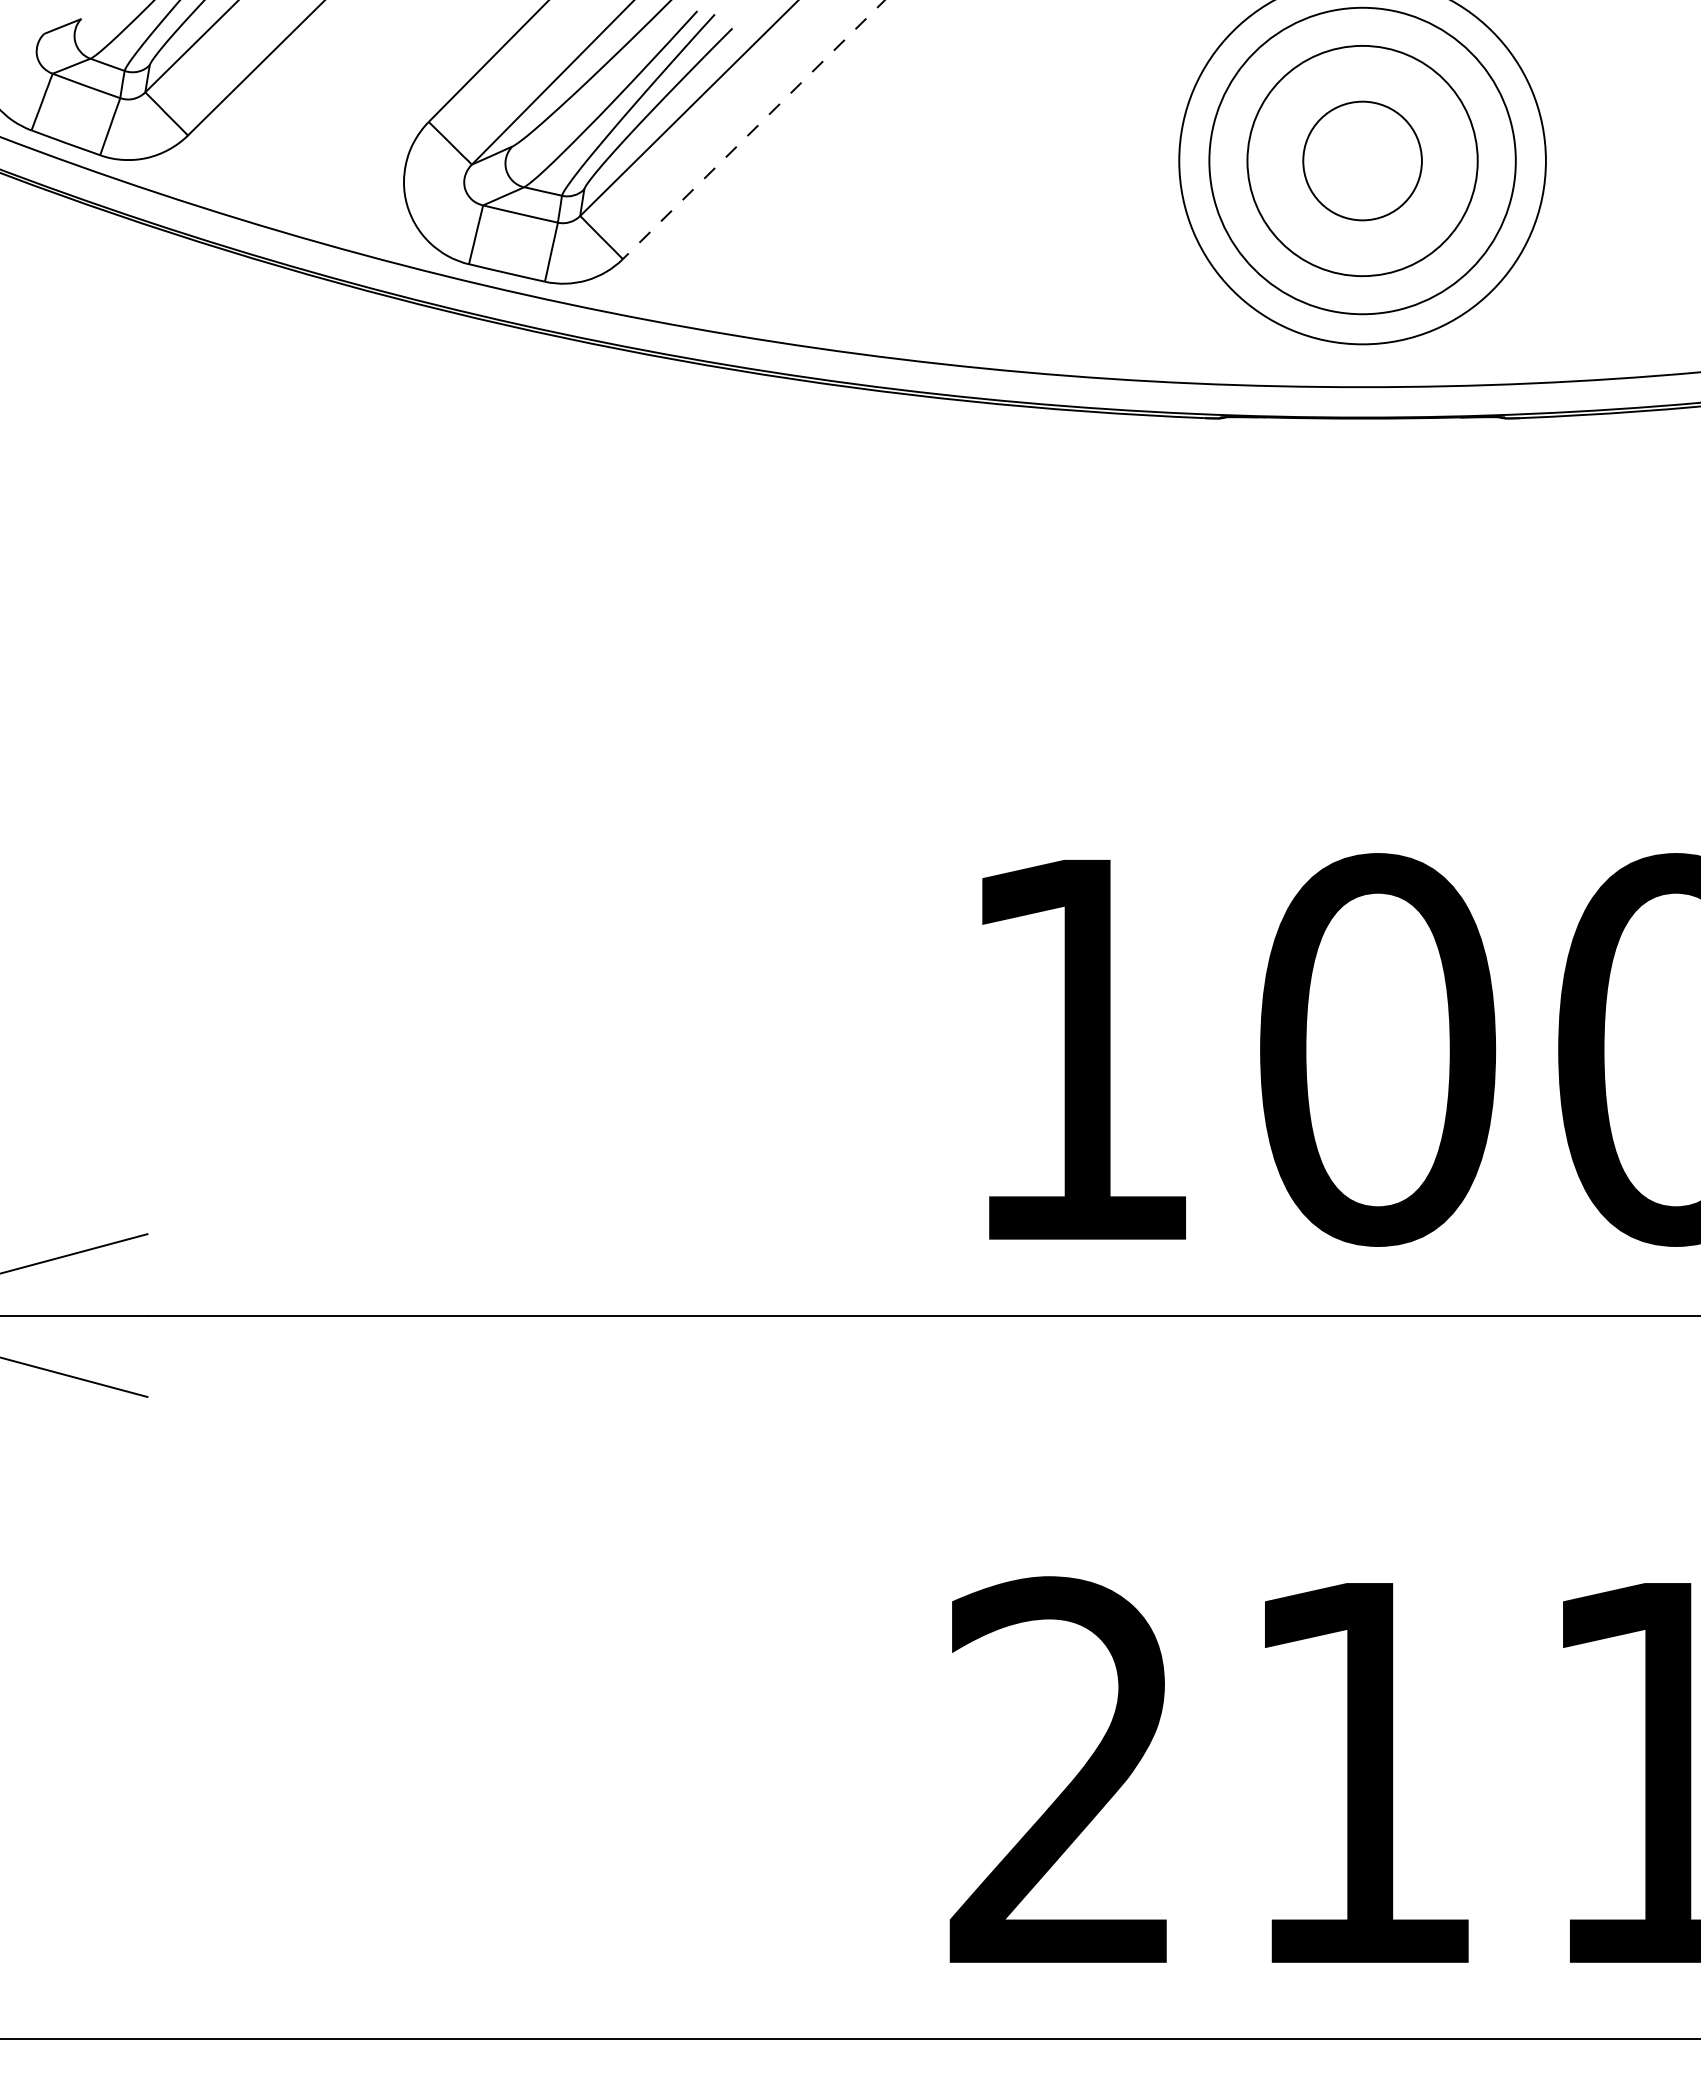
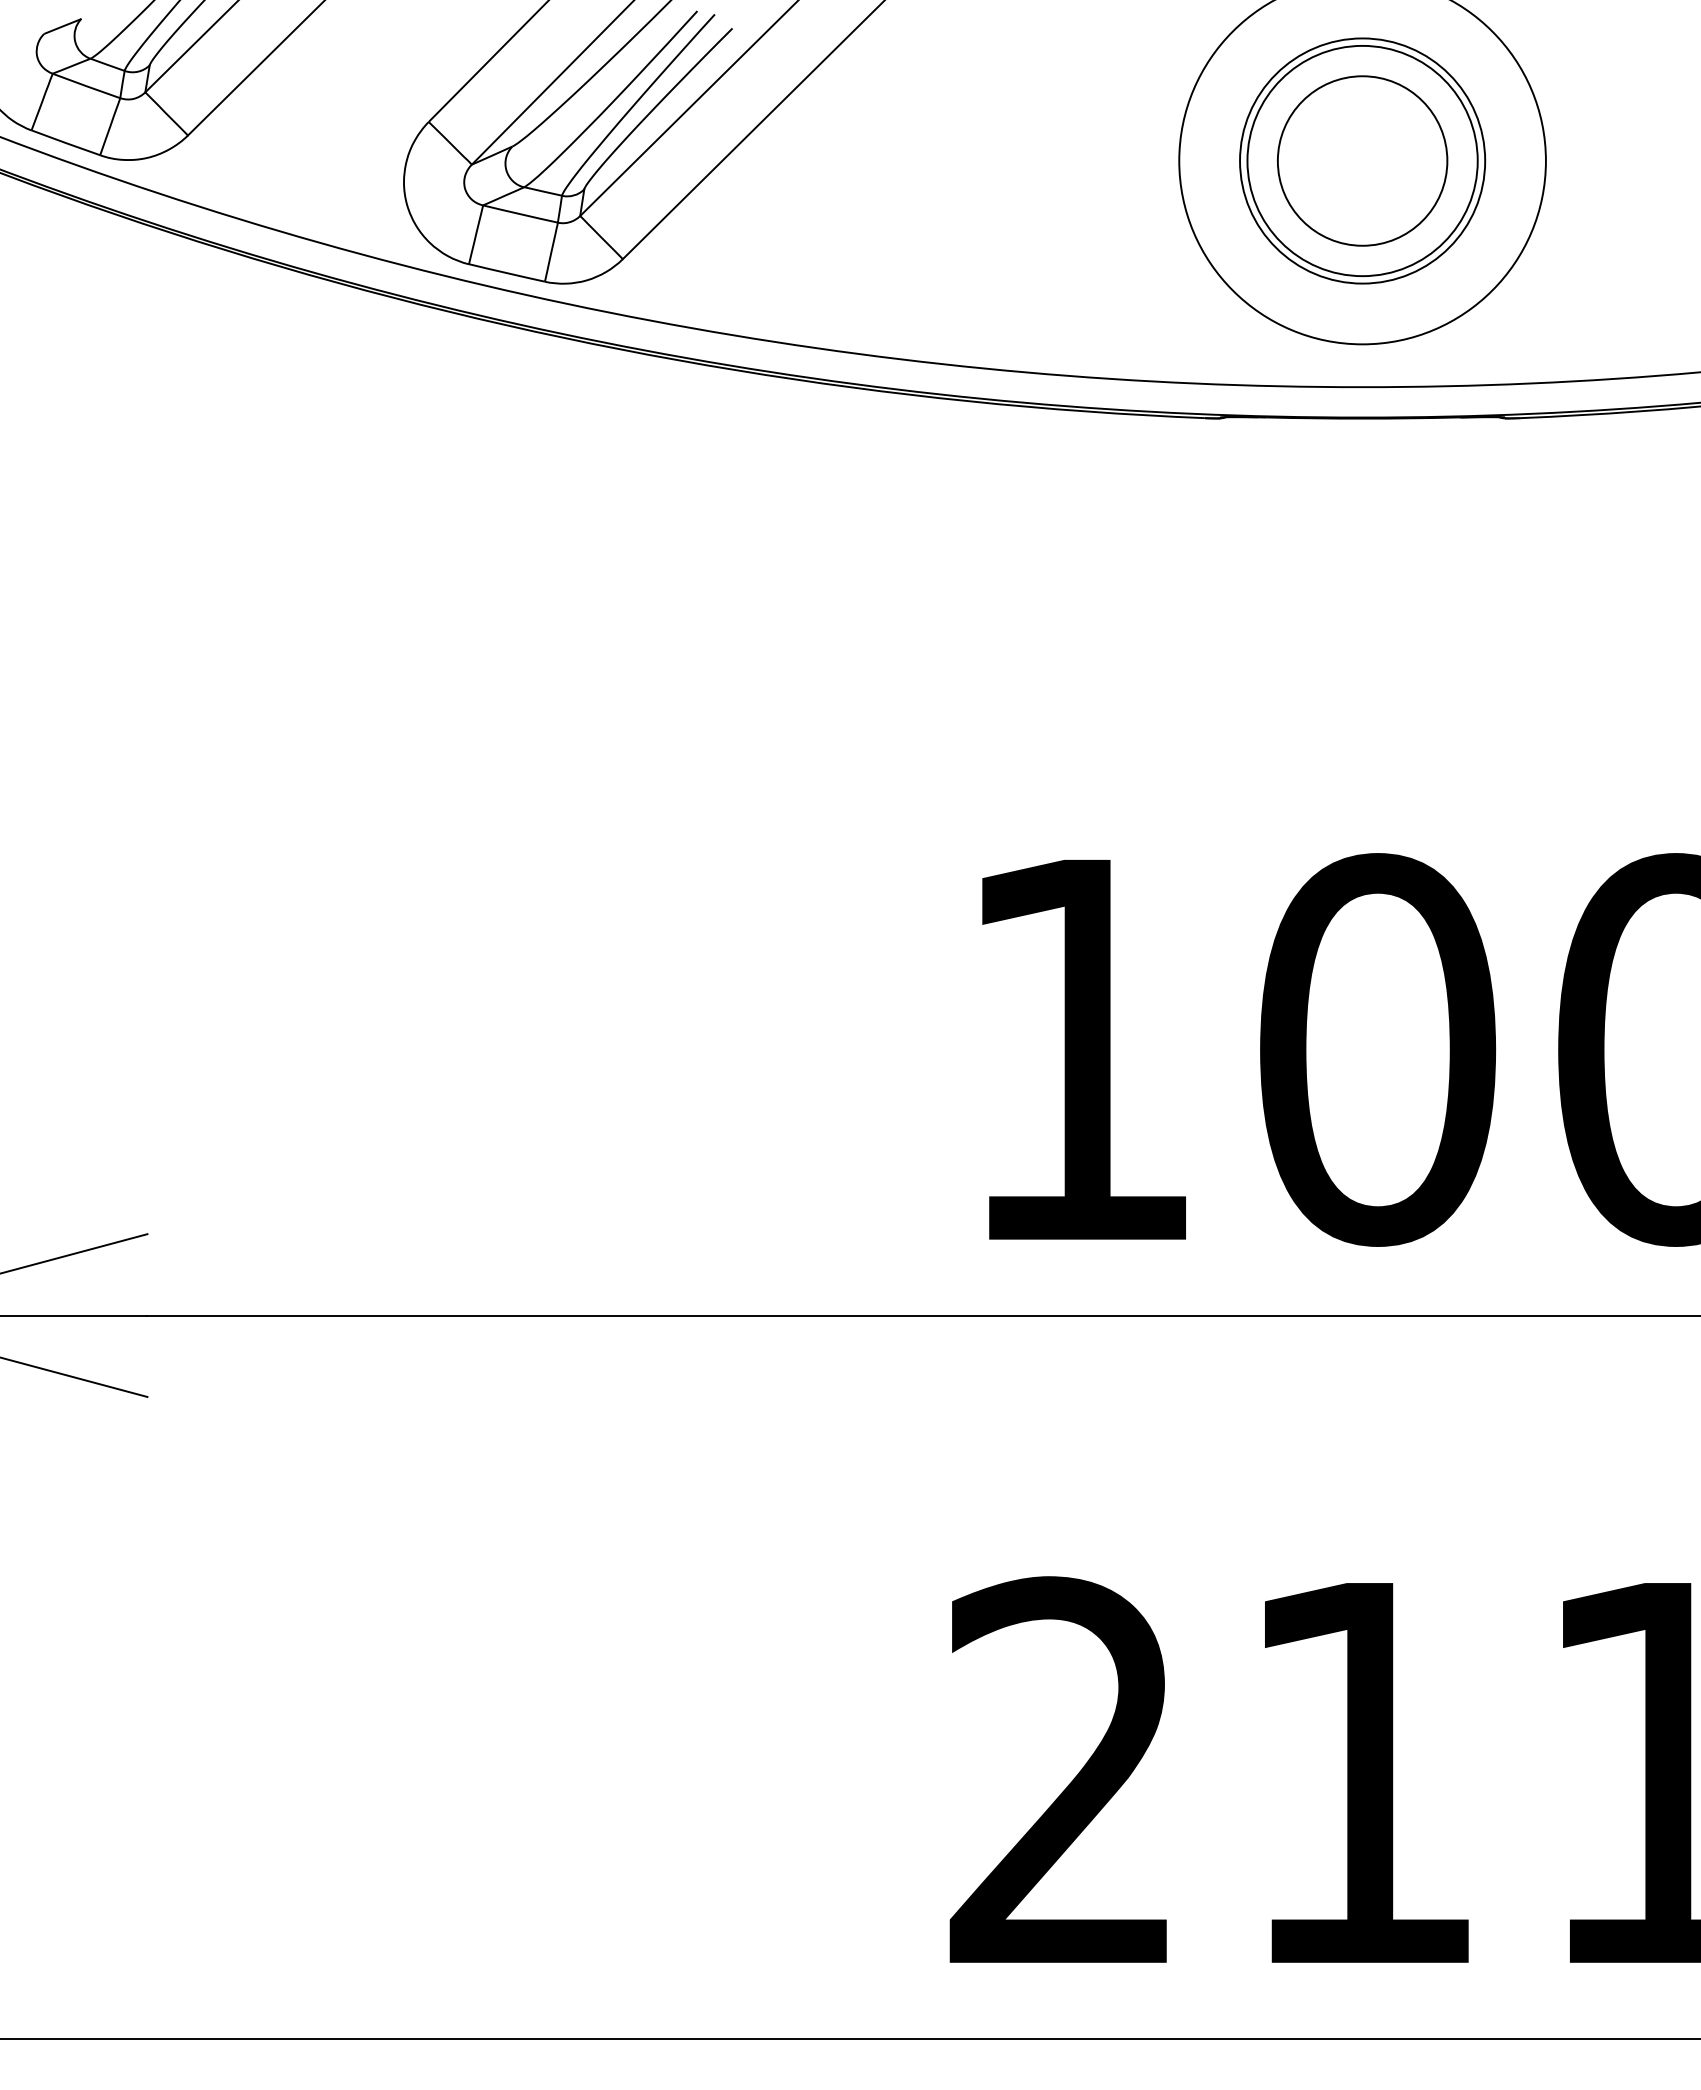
line at (753, 129): dashed -> solid
circle at (1362, 160) diameter: 119 px -> 170 px
circle at (1362, 160) diameter: 306 px -> 245 px
